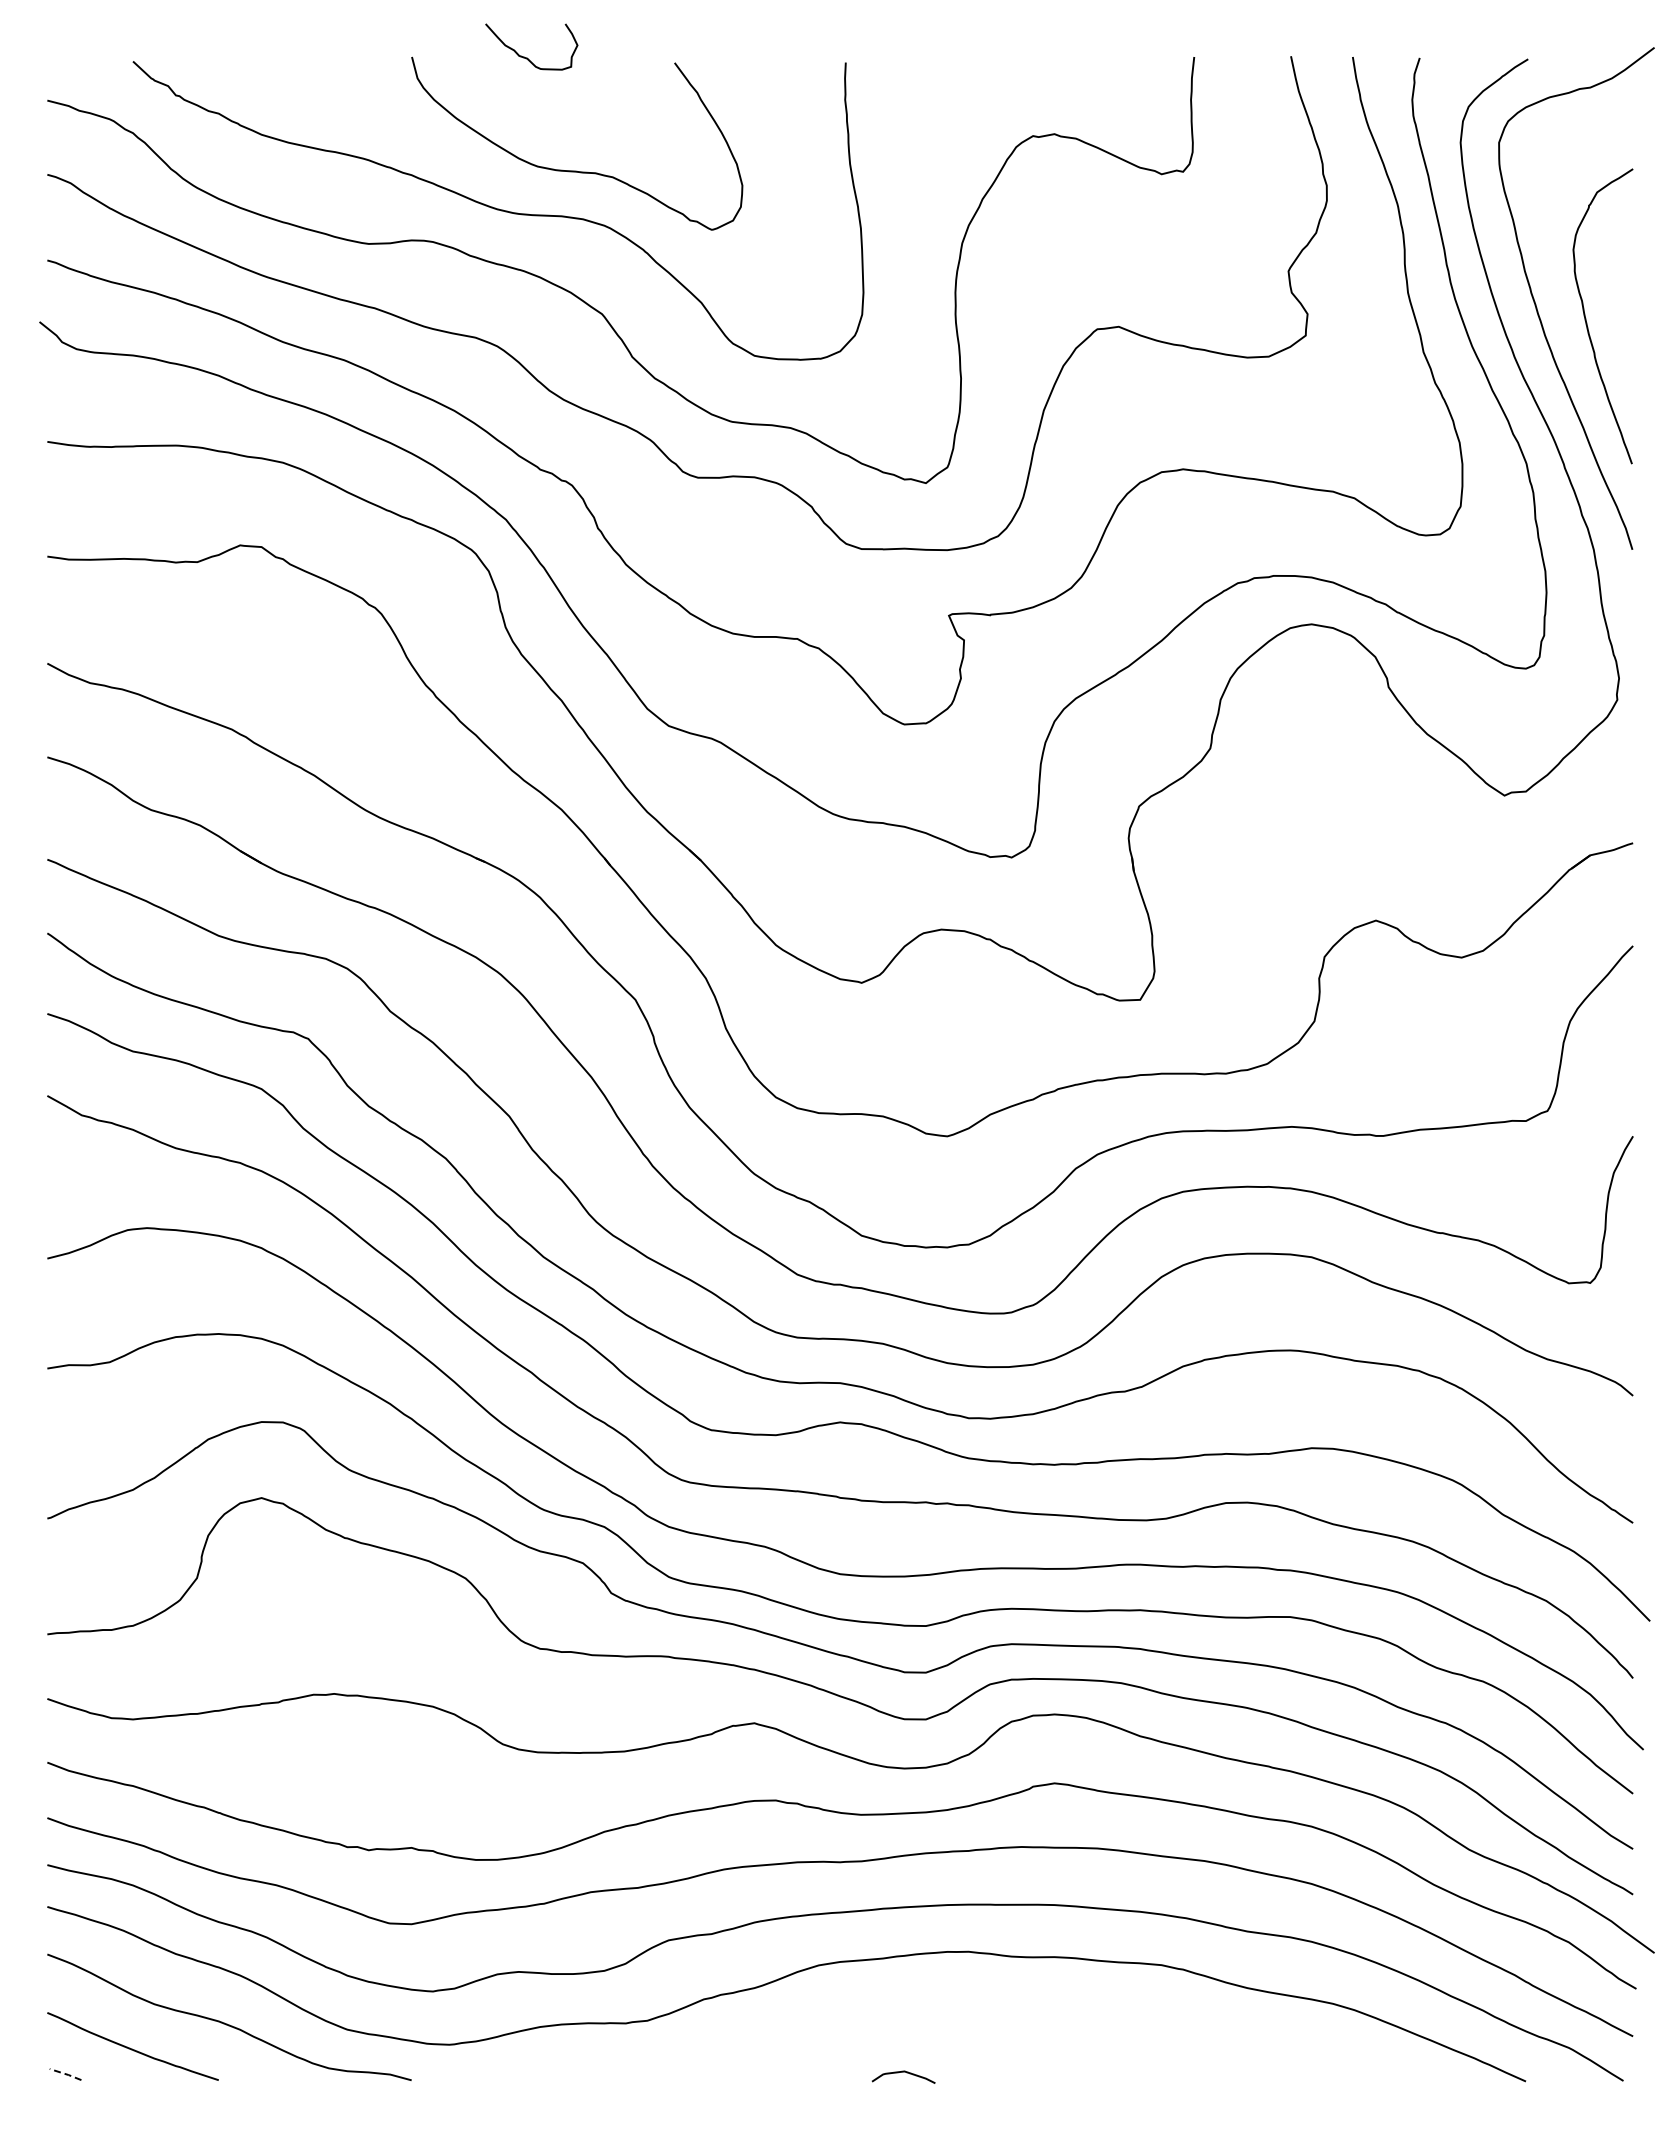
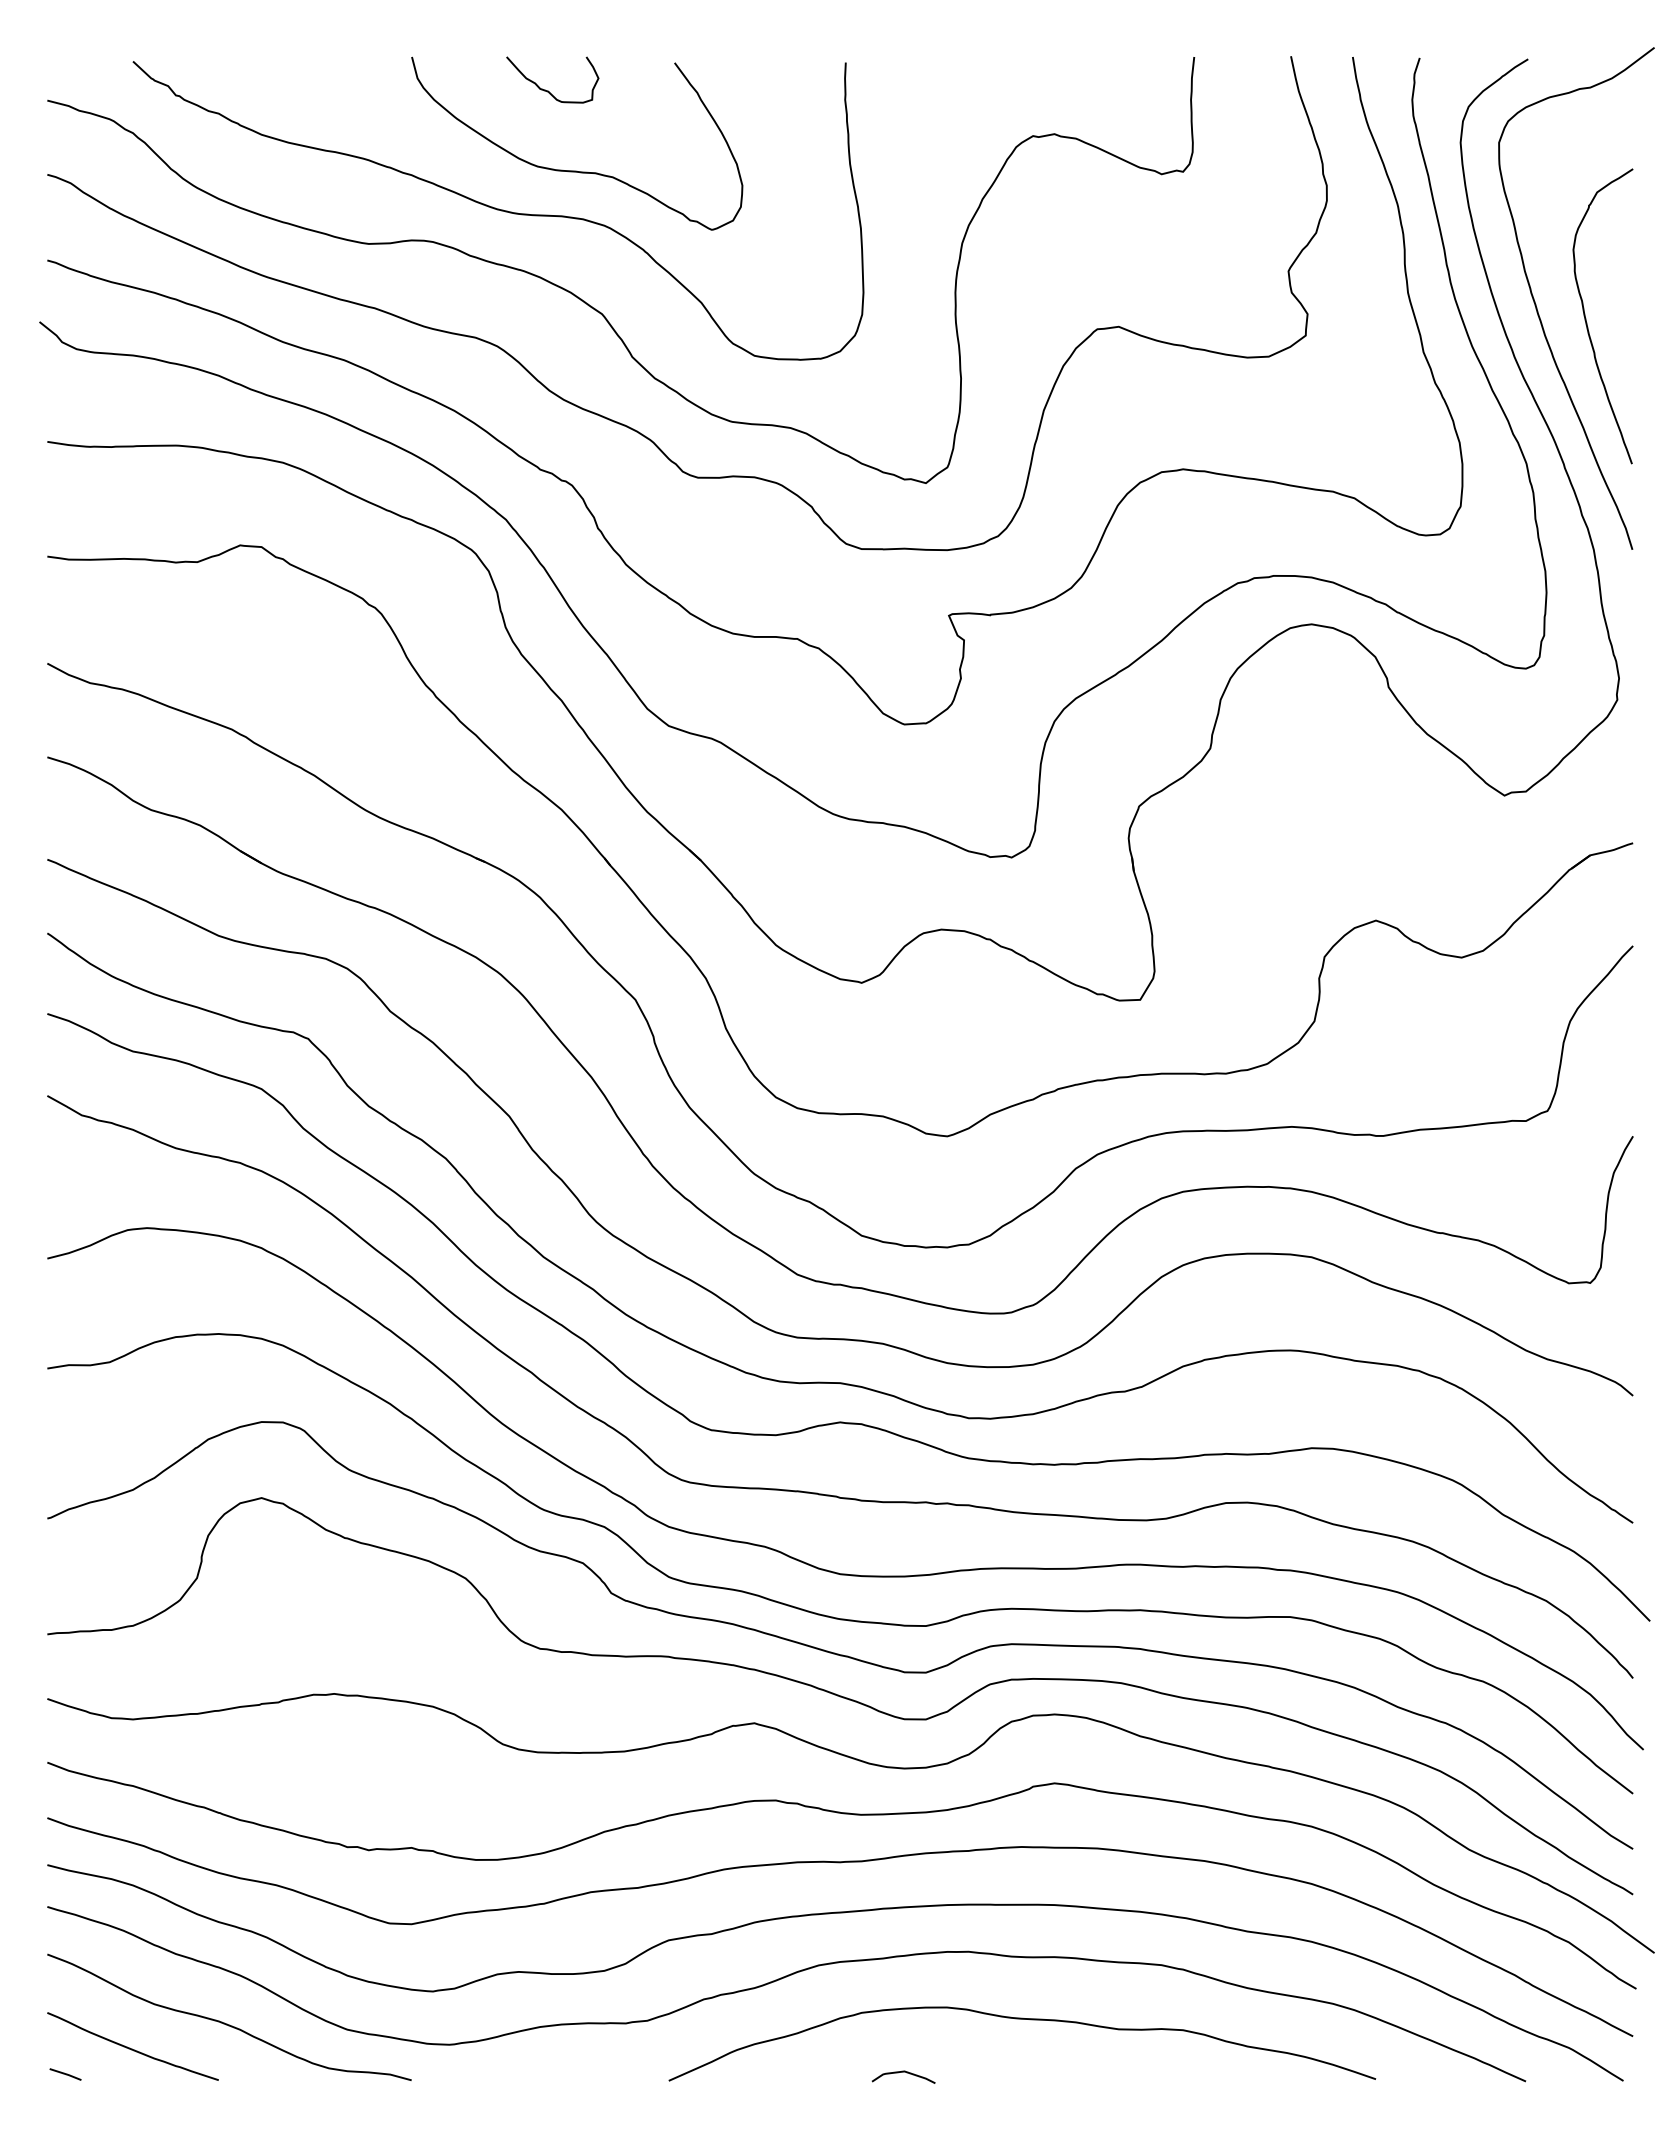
curve at (527, 57) position: (527, 57) -> (548, 90)
curve at (1022, 2019): none -> present
line at (66, 2074): dashed -> solid
